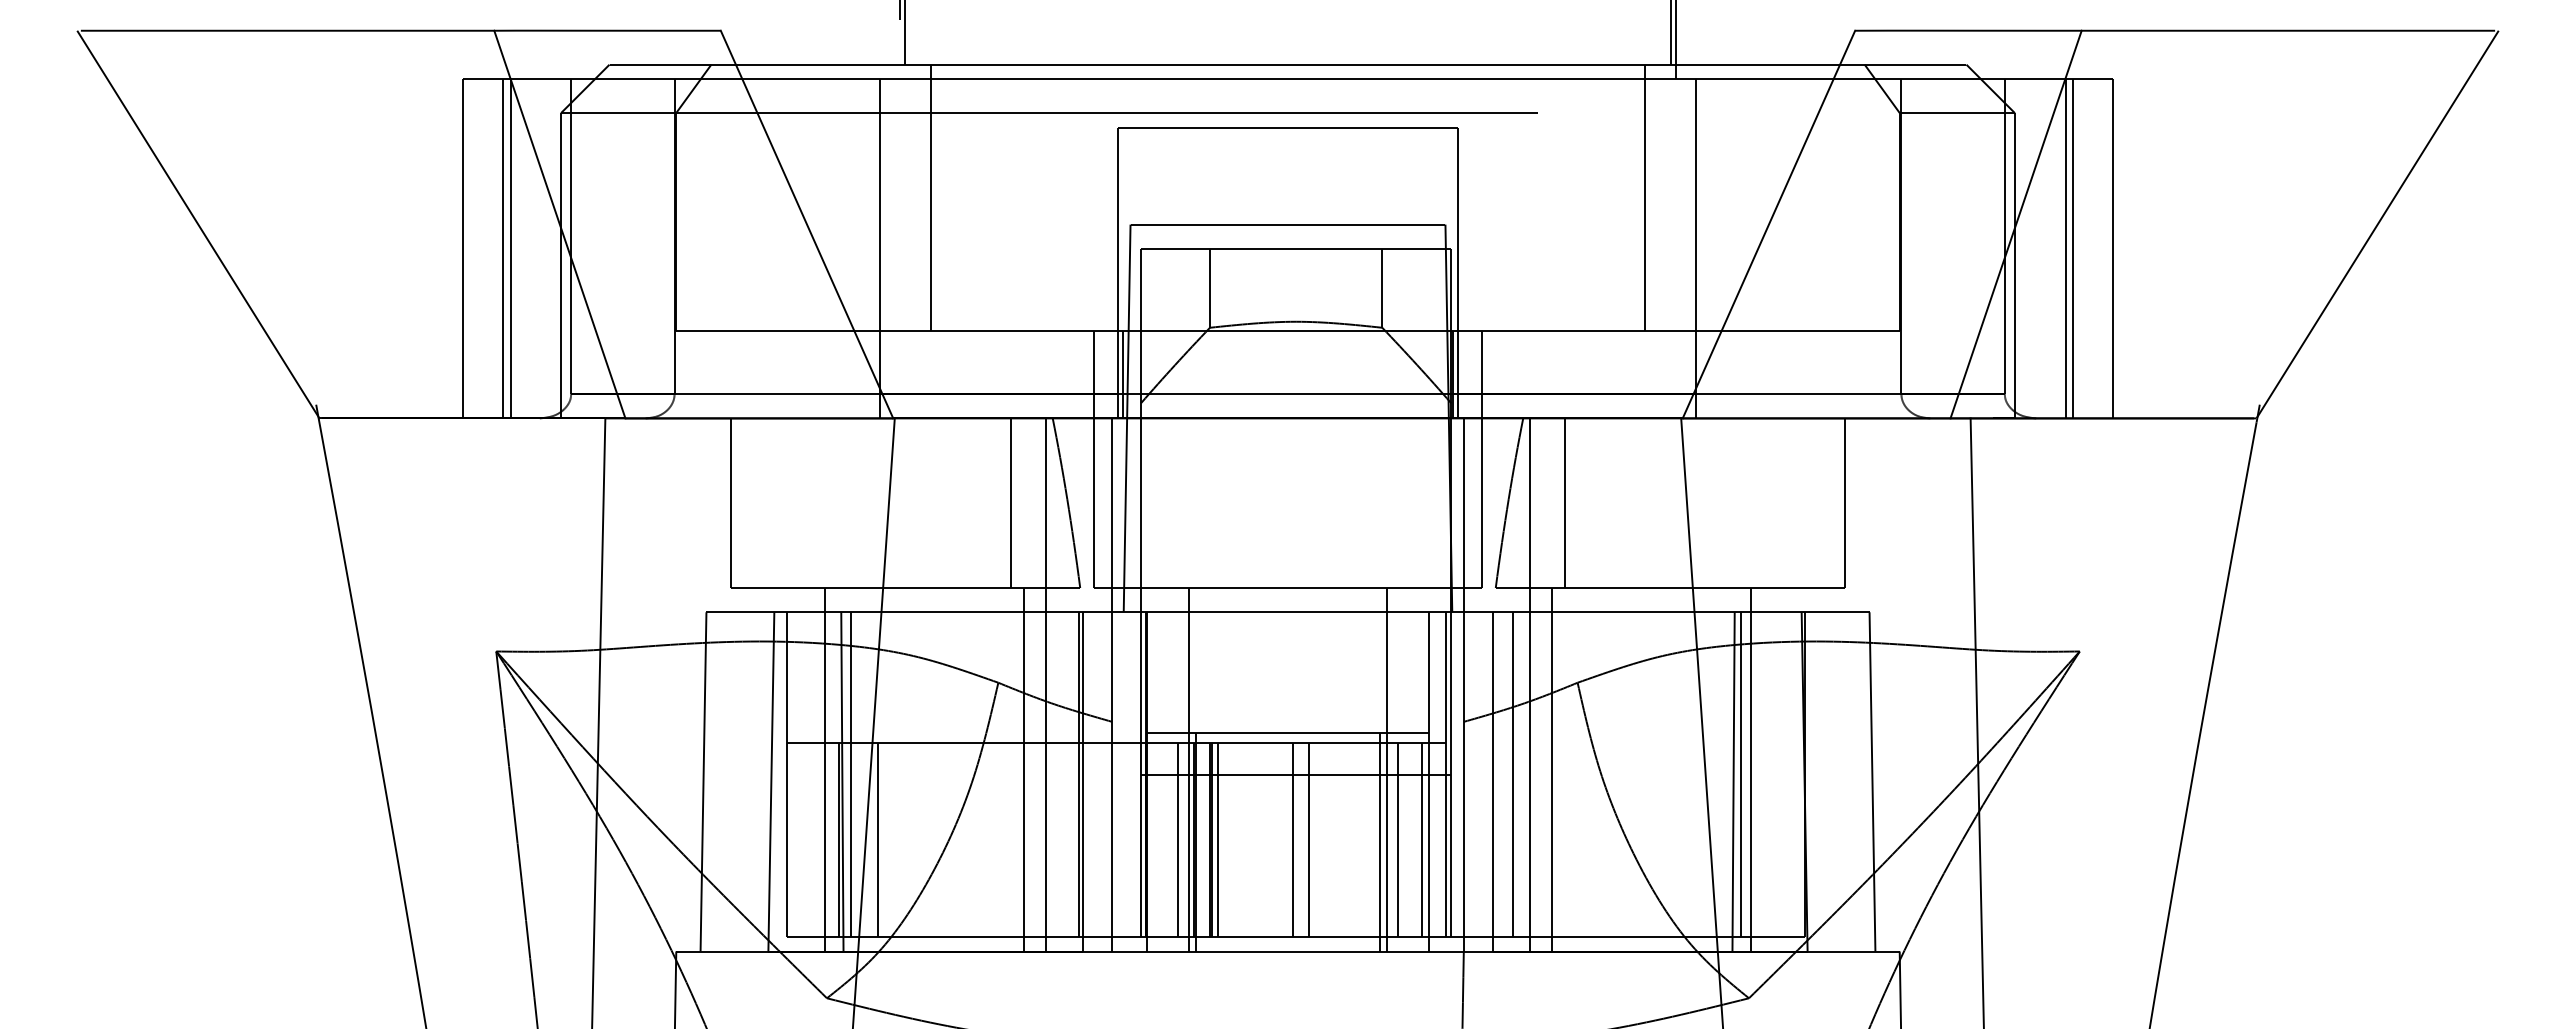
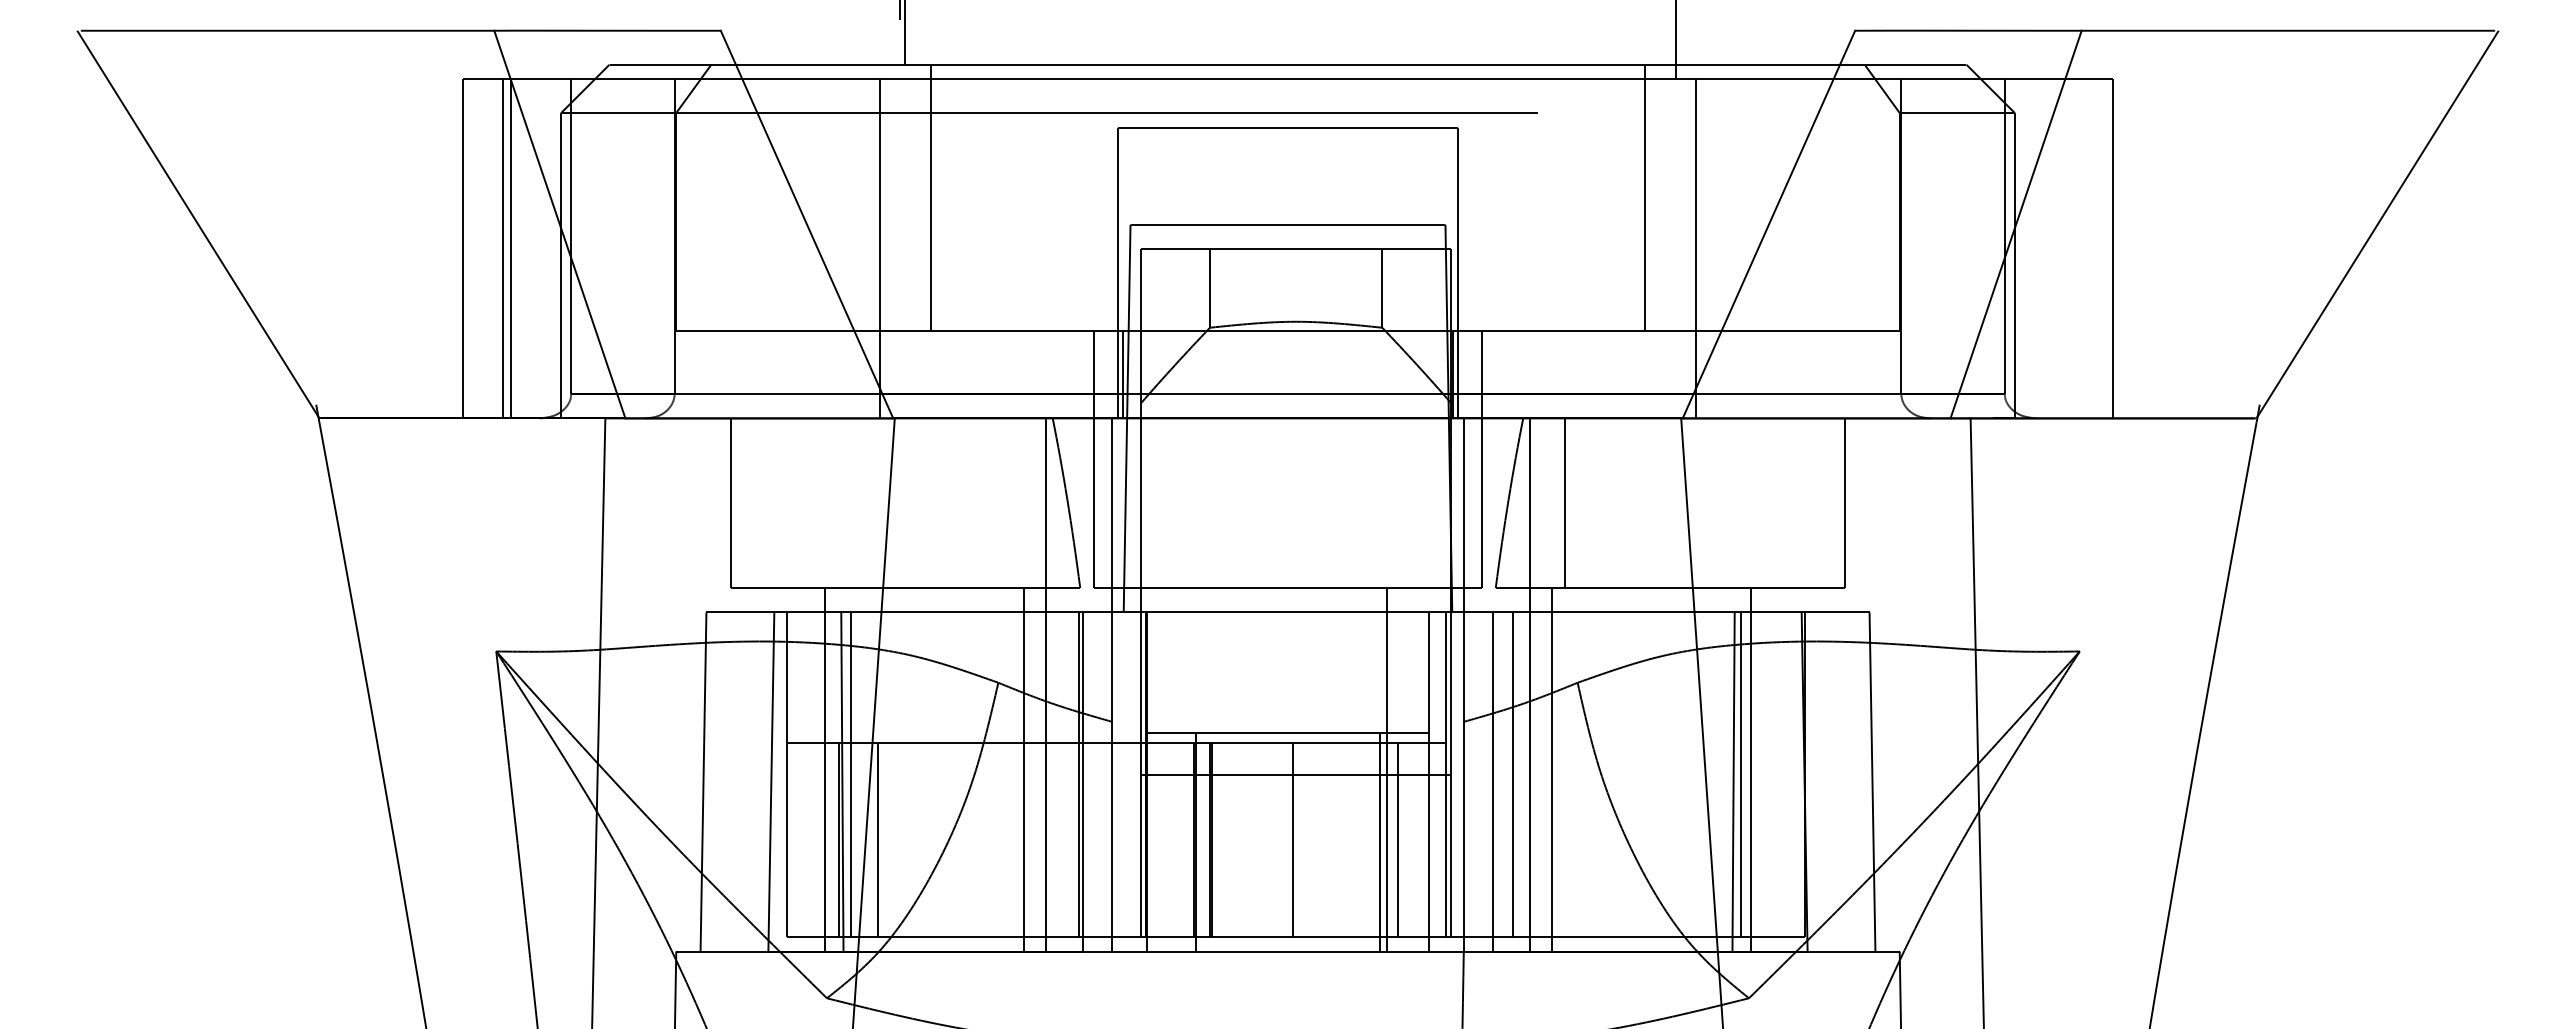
line at (1670, 33): present -> none
line at (2065, 248): present -> none
line at (2073, 248): present -> none
line at (1011, 503): present -> none
line at (1188, 769): present -> none
line at (1177, 839): present -> none
line at (1218, 839): present -> none
line at (1308, 839): present -> none
line at (1422, 839): present -> none
